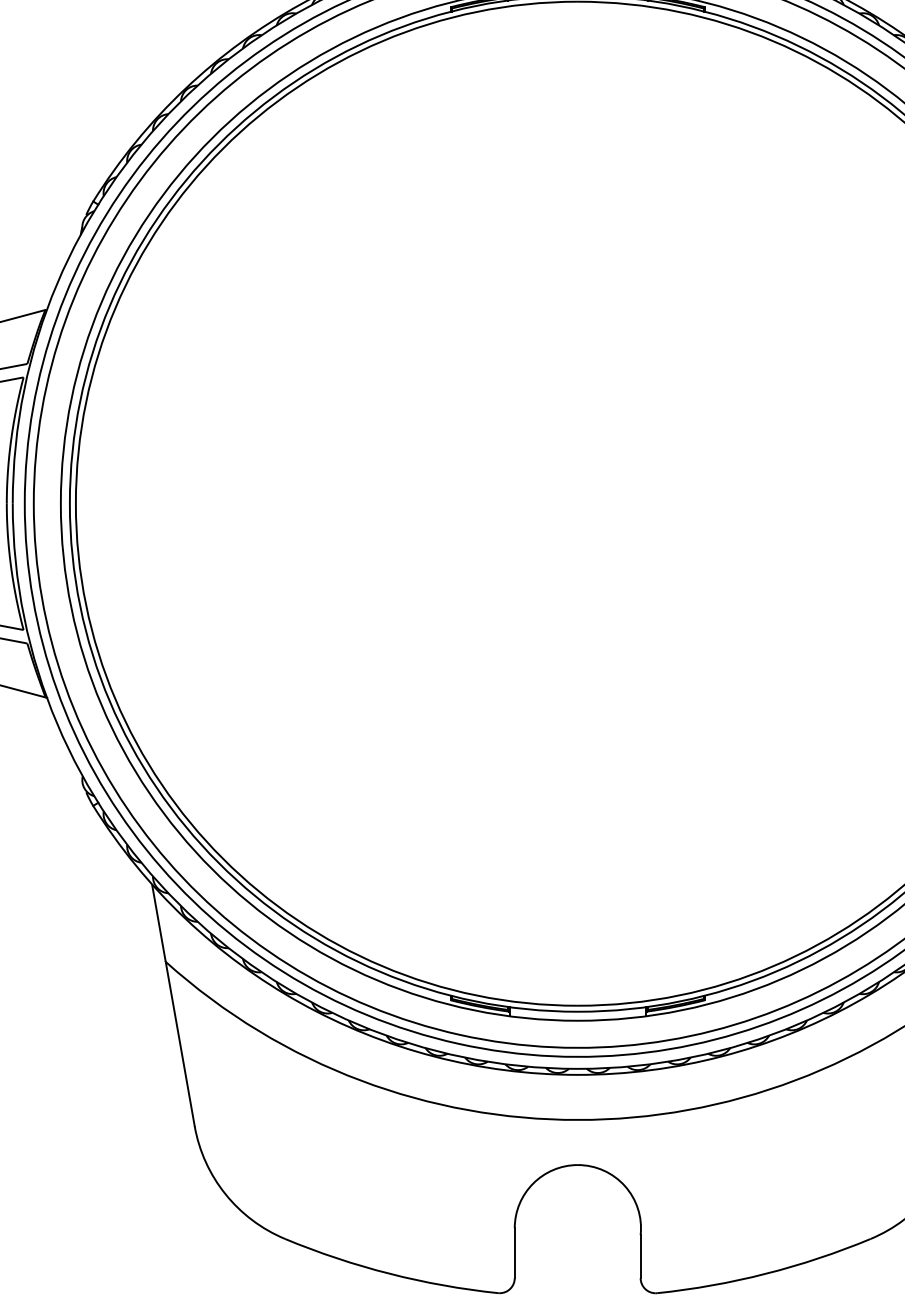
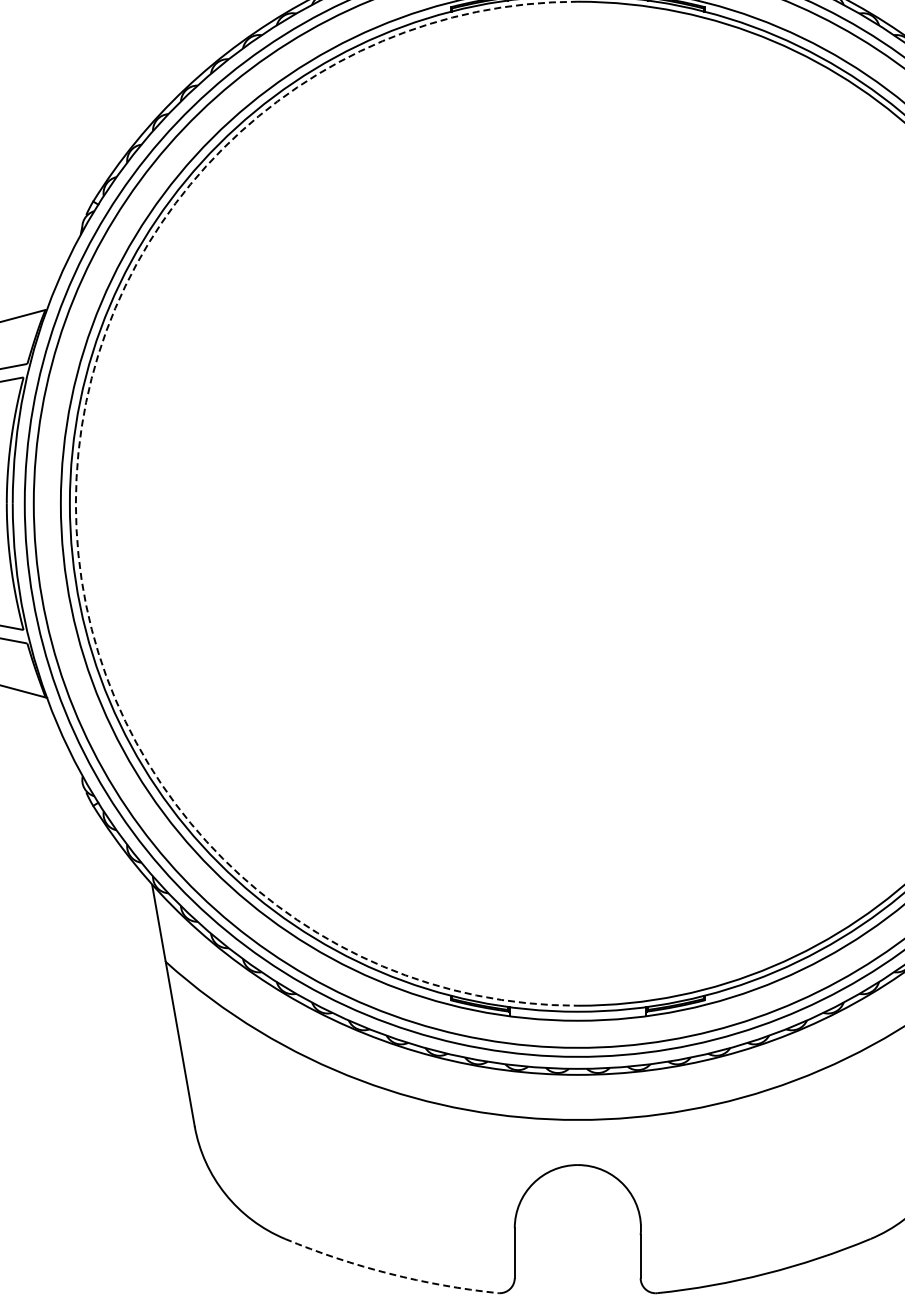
arc at (75, 503): solid -> dashed
arc at (389, 1273): solid -> dashed
